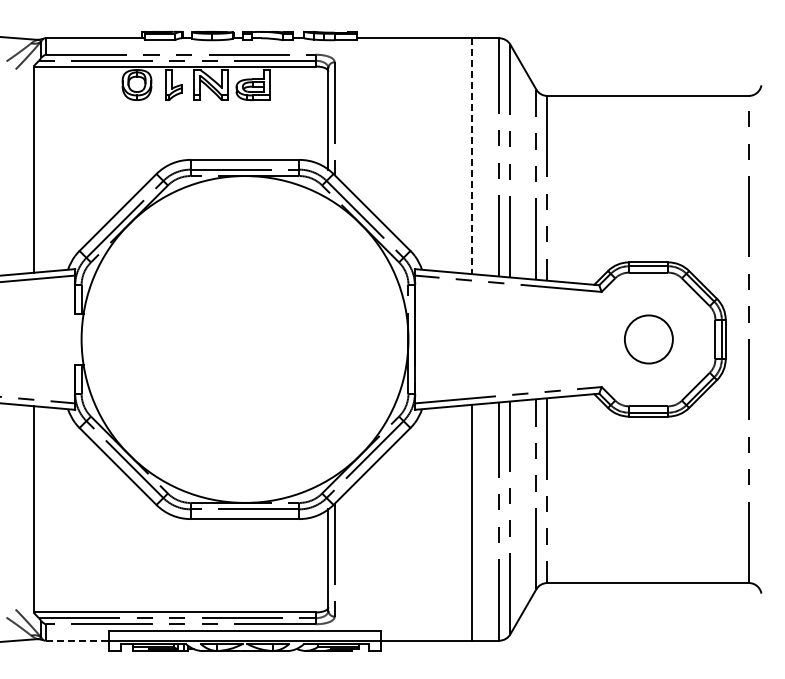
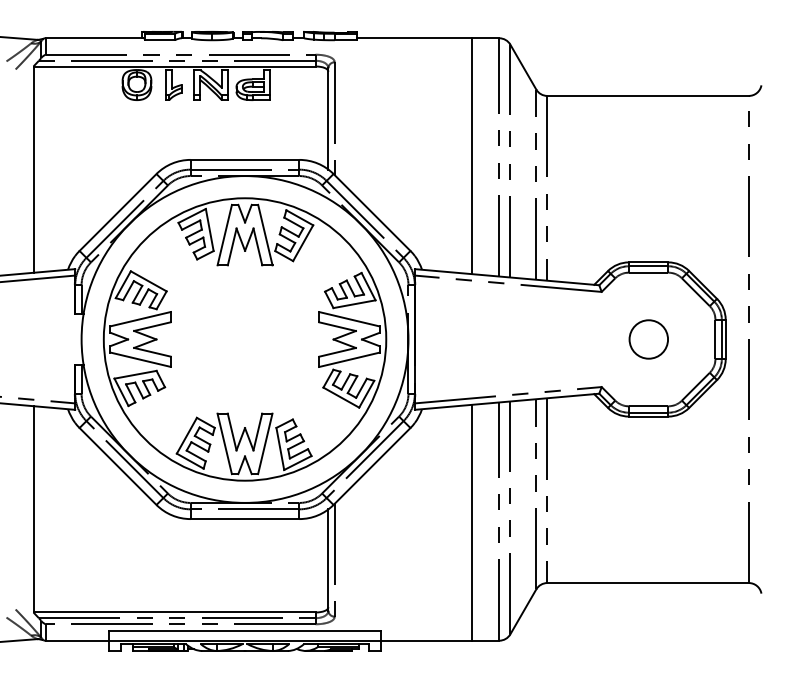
line at (471, 156): dashed -> solid
part at (244, 339): none -> present
circle at (648, 339) size: 50x51 px -> 41x41 px
line at (77, 640): dashed -> solid
